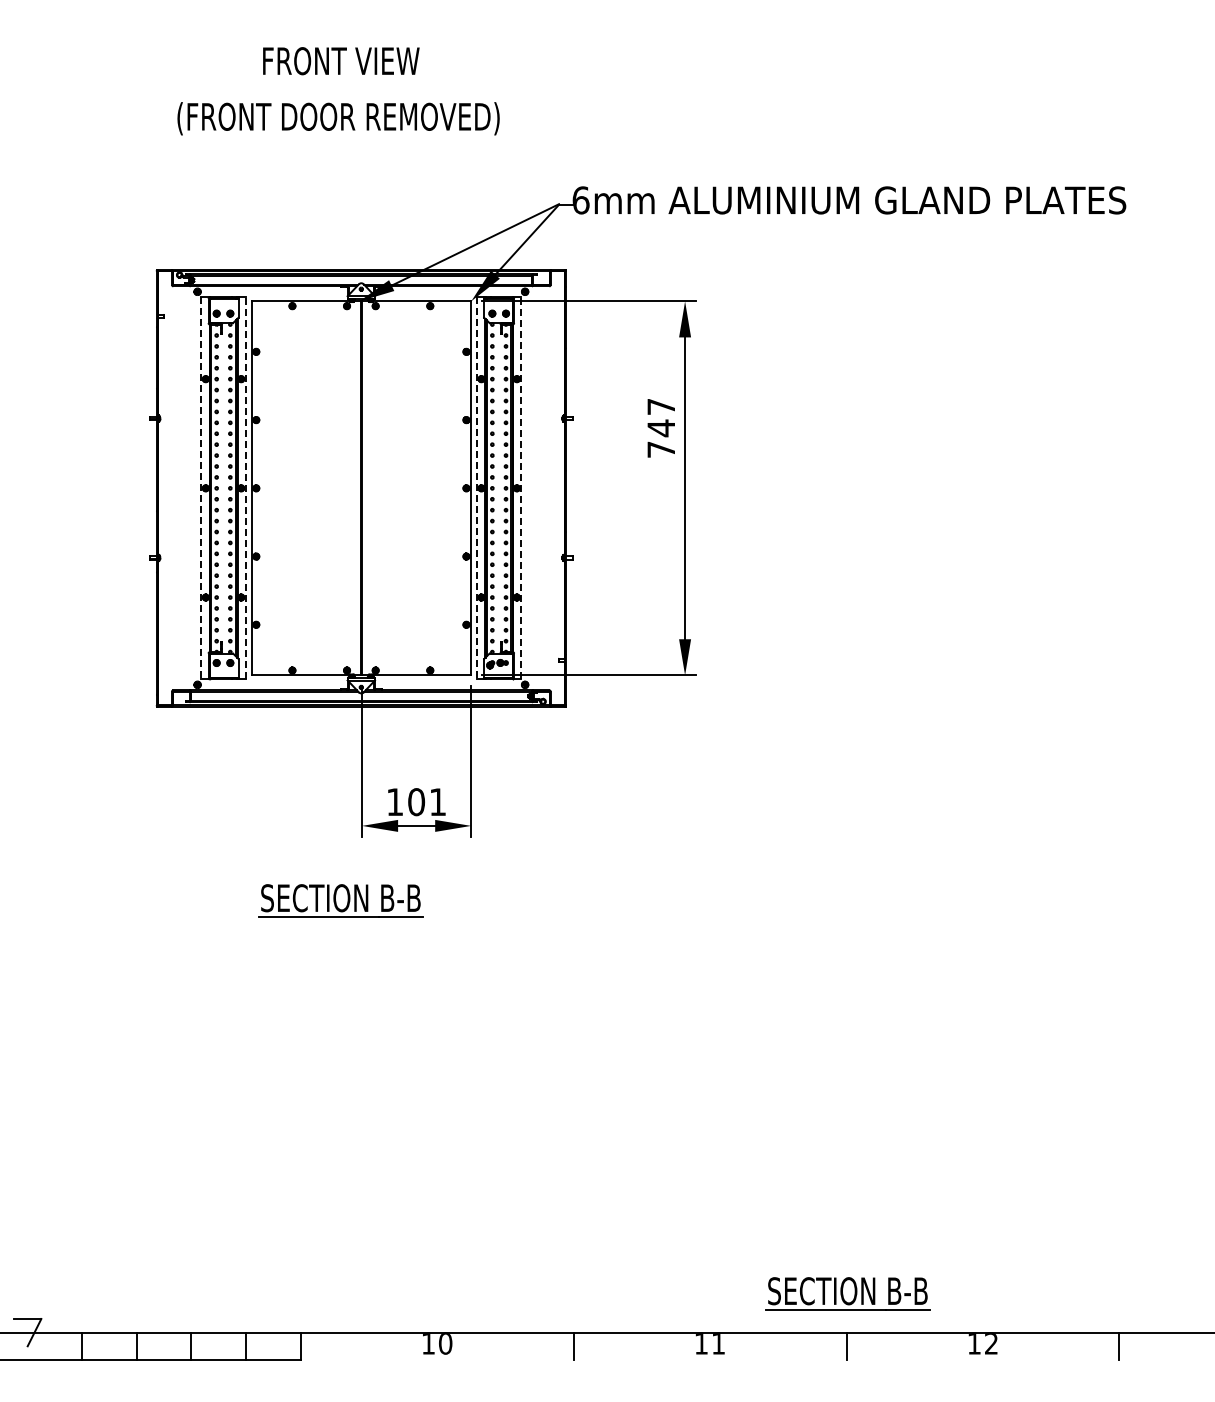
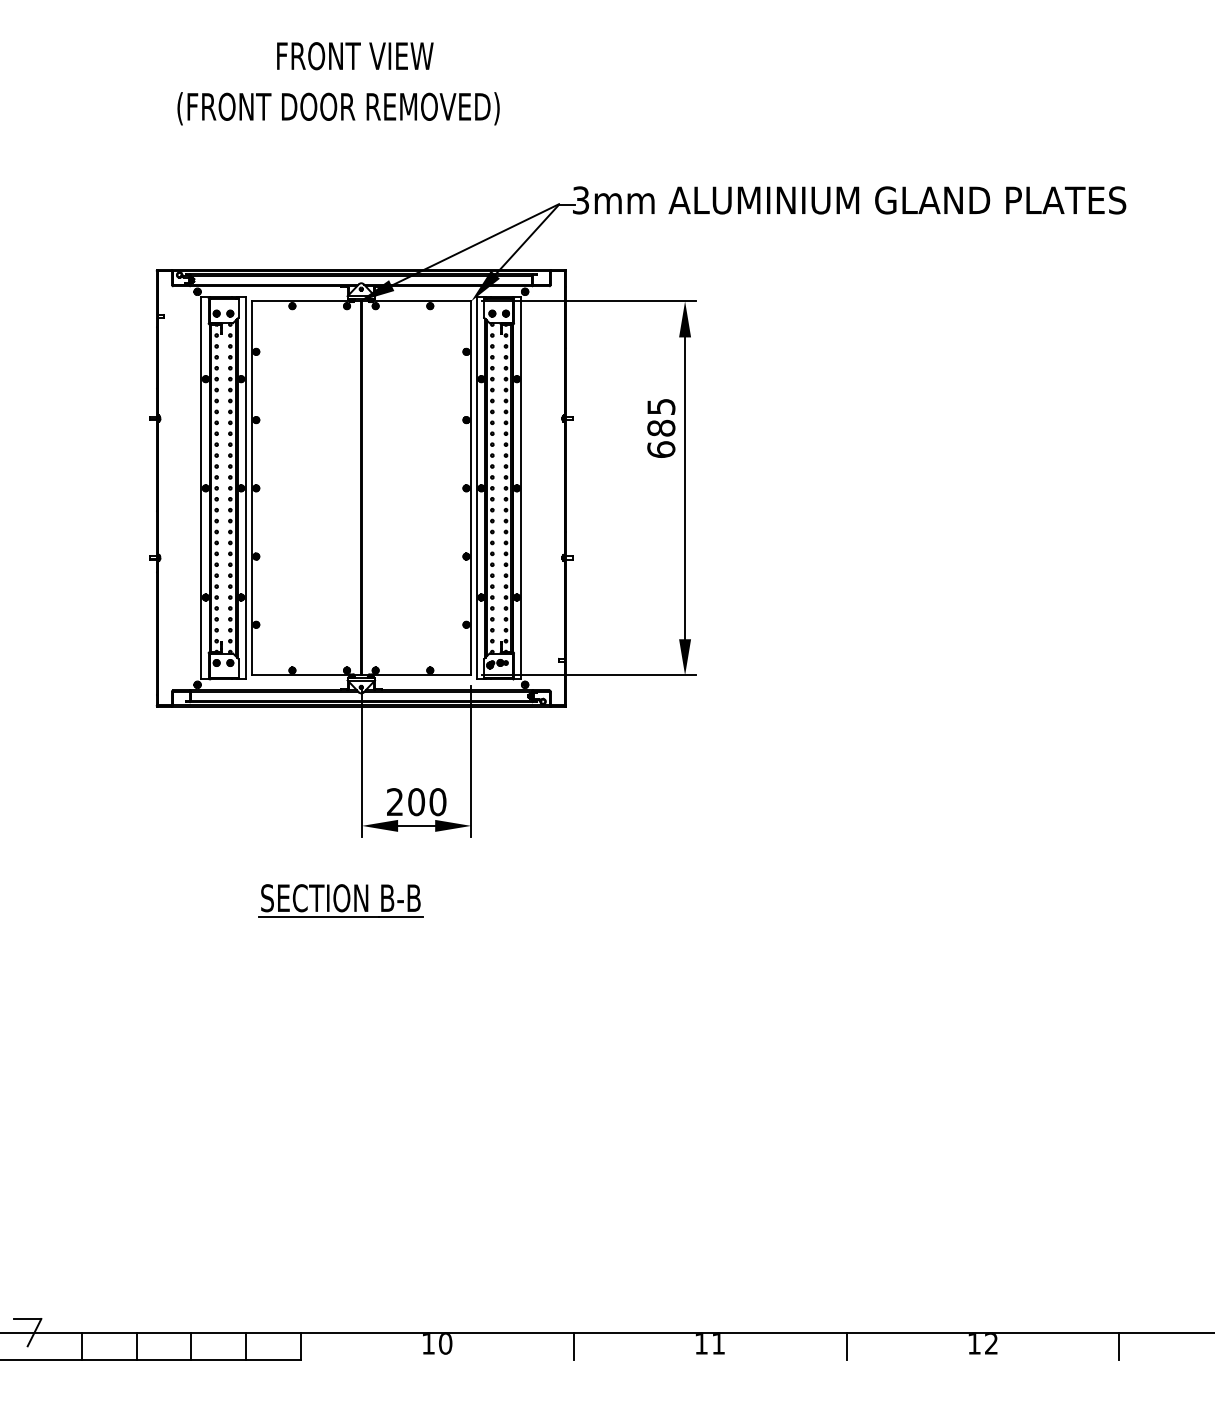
text at (341, 61) position: (341, 61) -> (355, 56)
text at (338, 118) position: (338, 118) -> (338, 108)
text at (580, 200): 6mm -> 3mm
text at (661, 428): 747 -> 685
line at (245, 487): dashed -> solid
line at (521, 487): dashed -> solid
line at (201, 488): dashed -> solid
line at (477, 488): dashed -> solid
text at (416, 802): 101 -> 200
part at (847, 1293): present -> none
